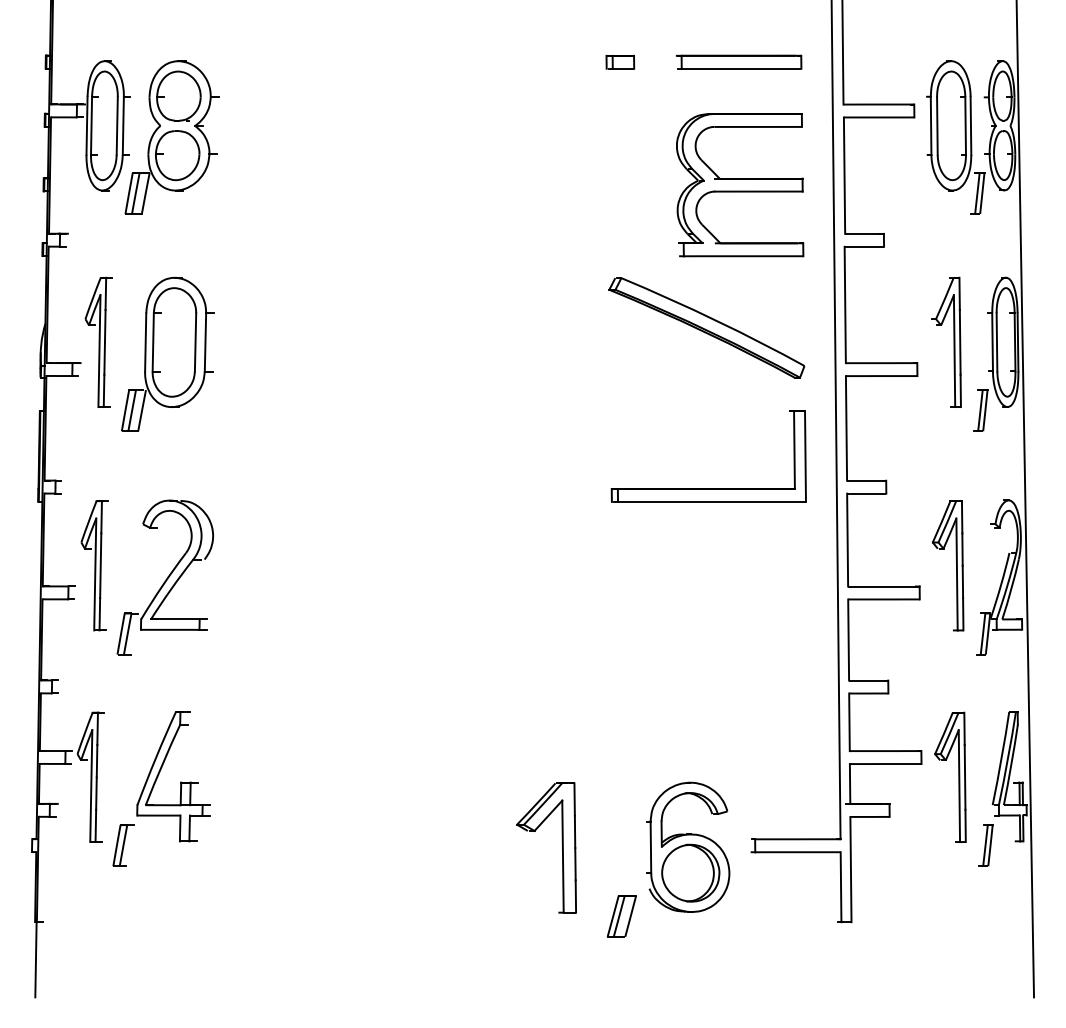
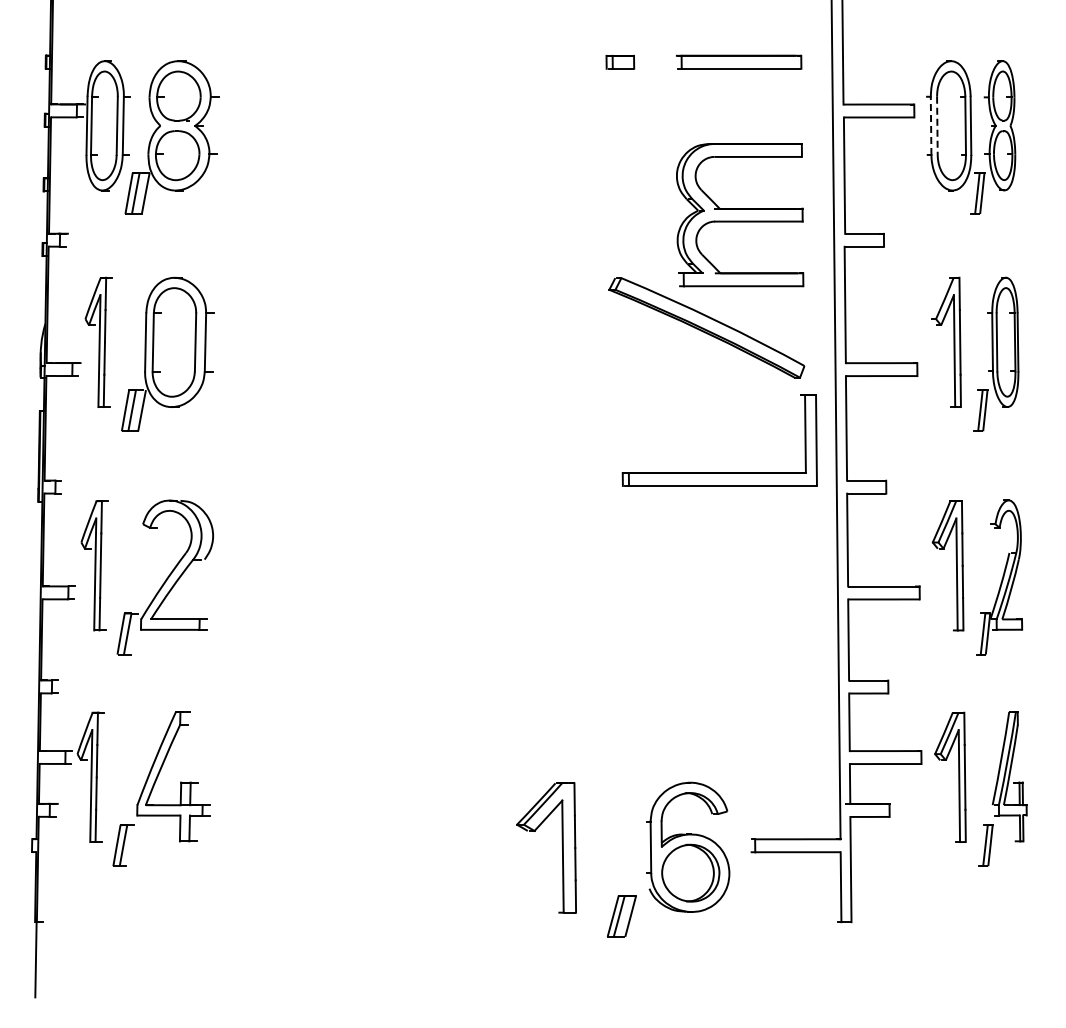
line at (931, 125): solid -> dashed
line at (937, 126): solid -> dashed
part at (740, 185) position: (740, 185) -> (740, 215)
part at (708, 488) position: (708, 488) -> (719, 472)
line at (1025, 499): present -> none
